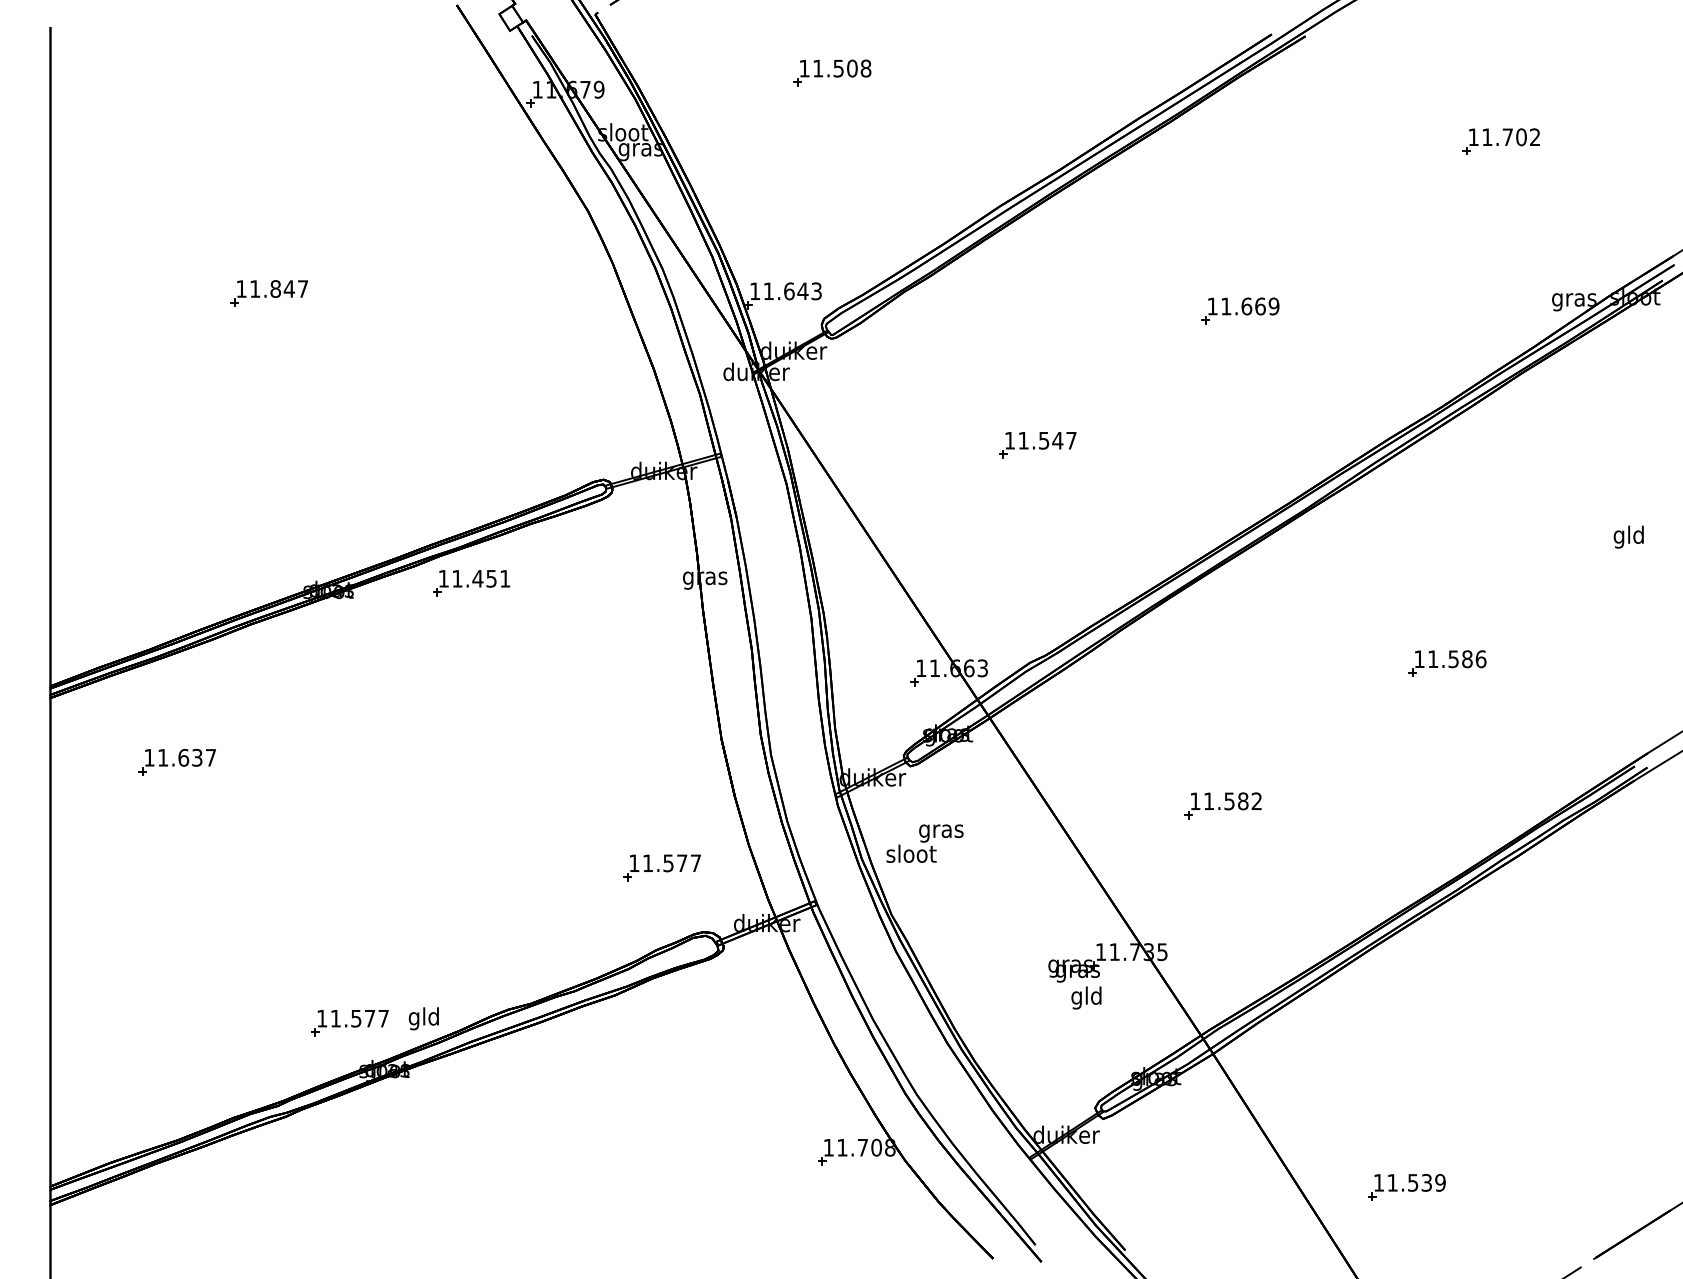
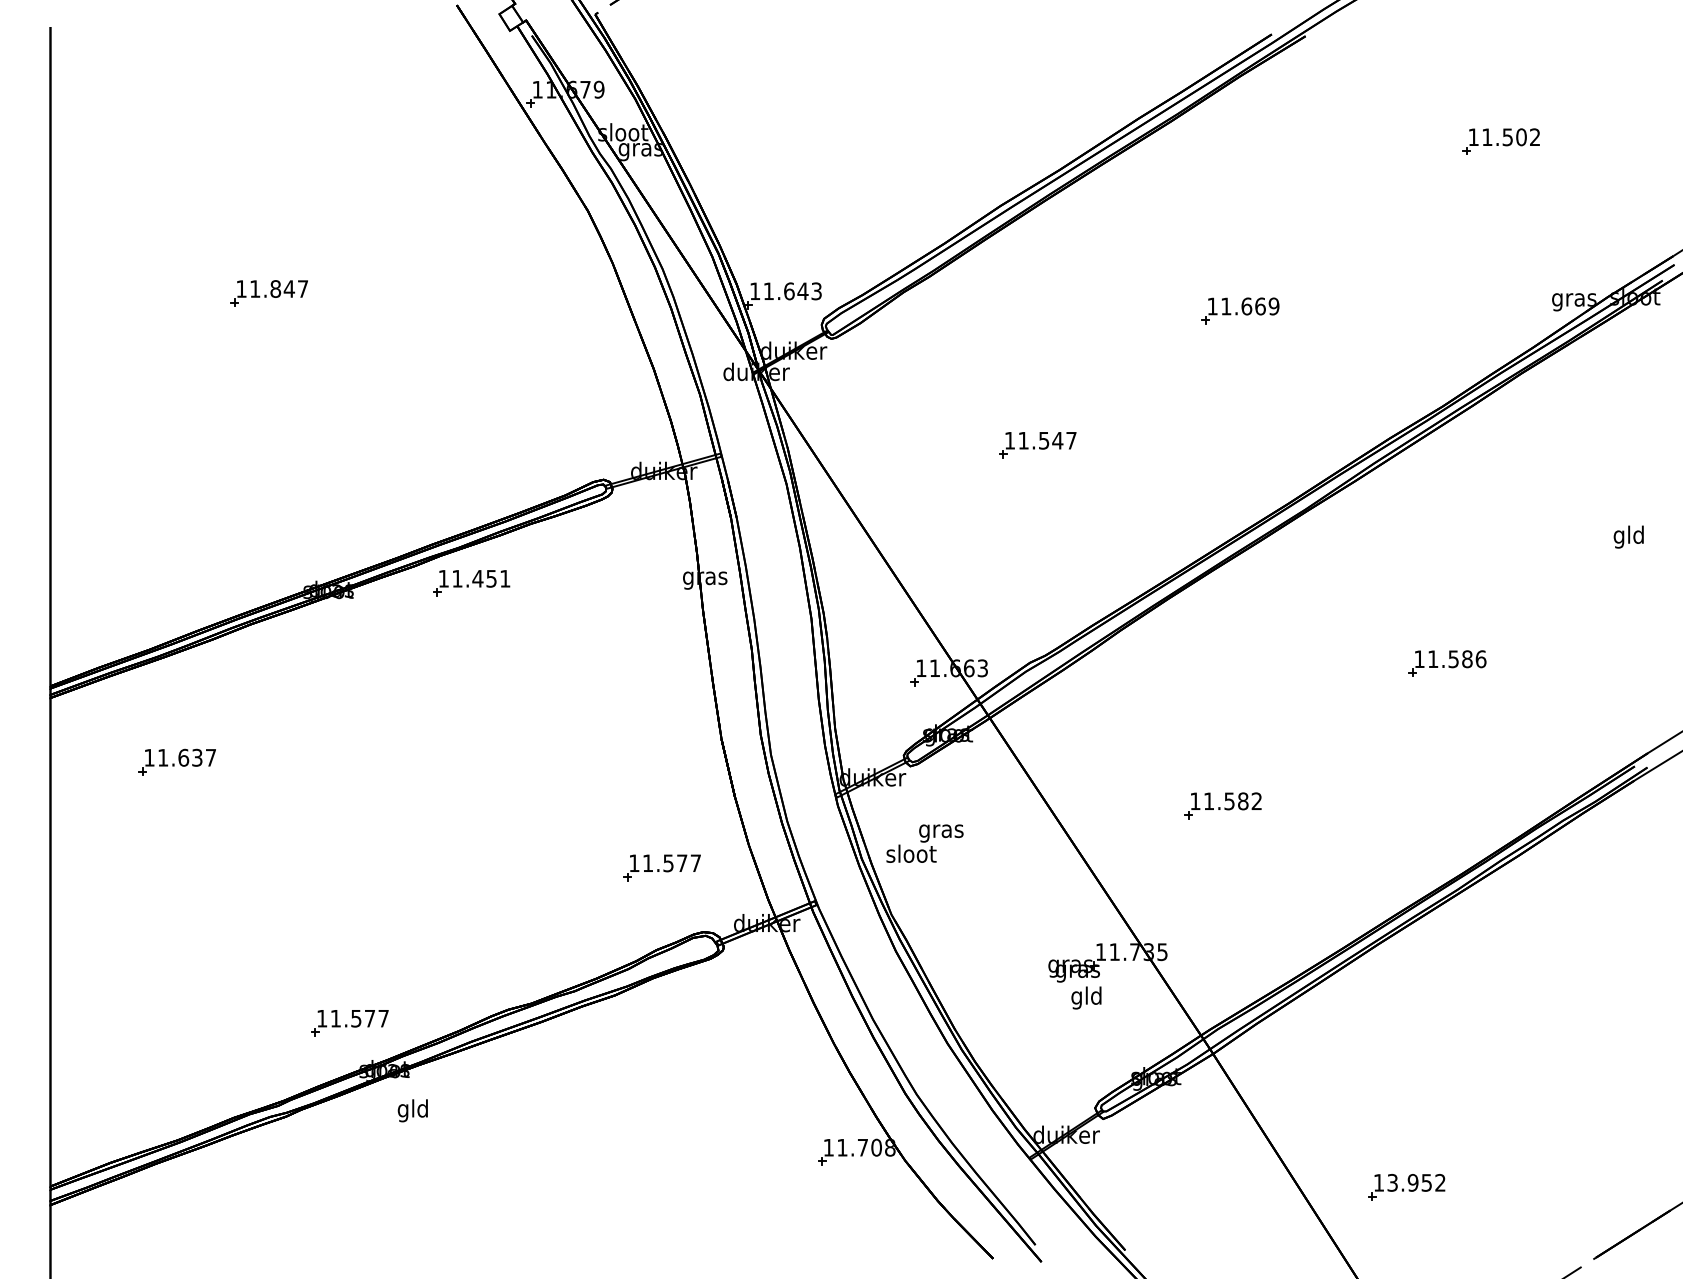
part at (832, 72): present -> none
text at (1507, 137): 11.702 -> 11.502
text at (423, 1018) position: (423, 1018) -> (412, 1110)
text at (1416, 1182): 11.539 -> 13.952
